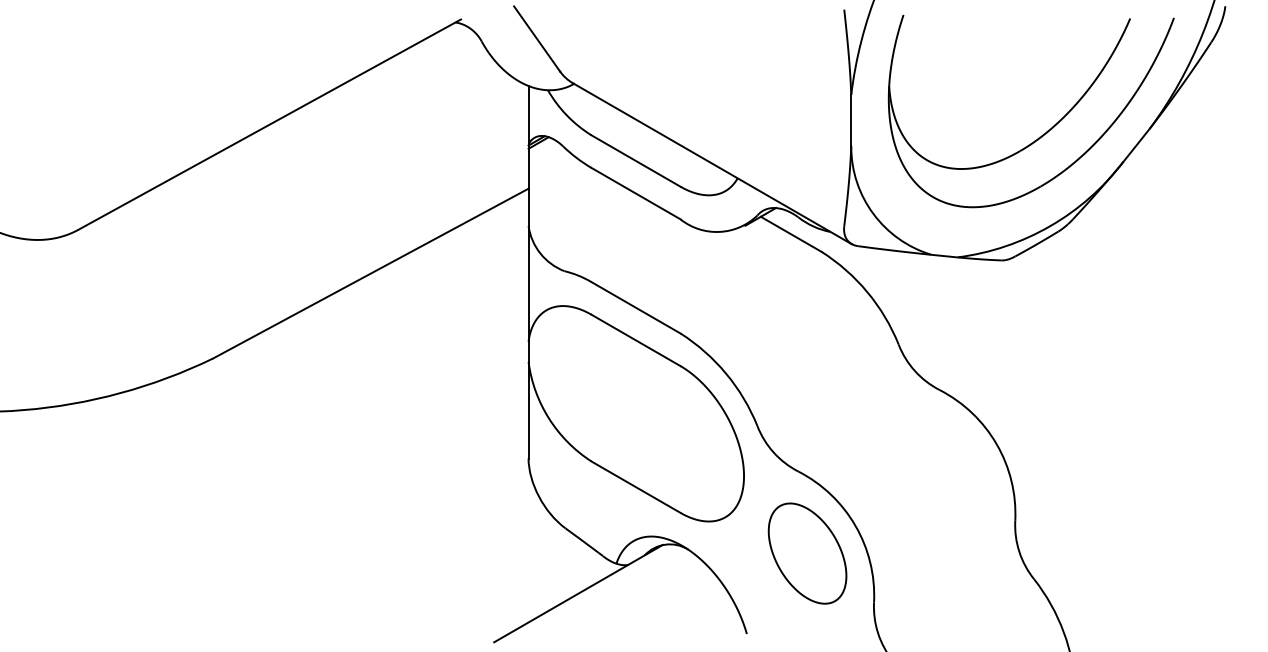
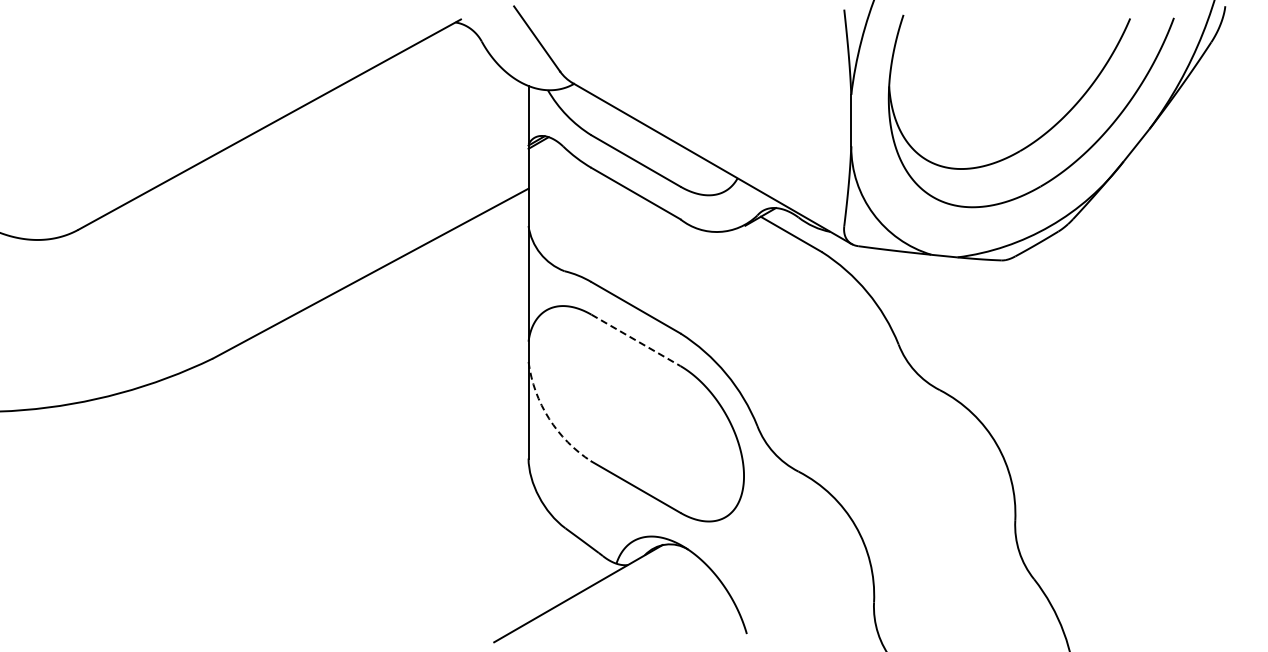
line at (636, 340): solid -> dashed
arc at (549, 418): solid -> dashed
part at (807, 553): present -> none
